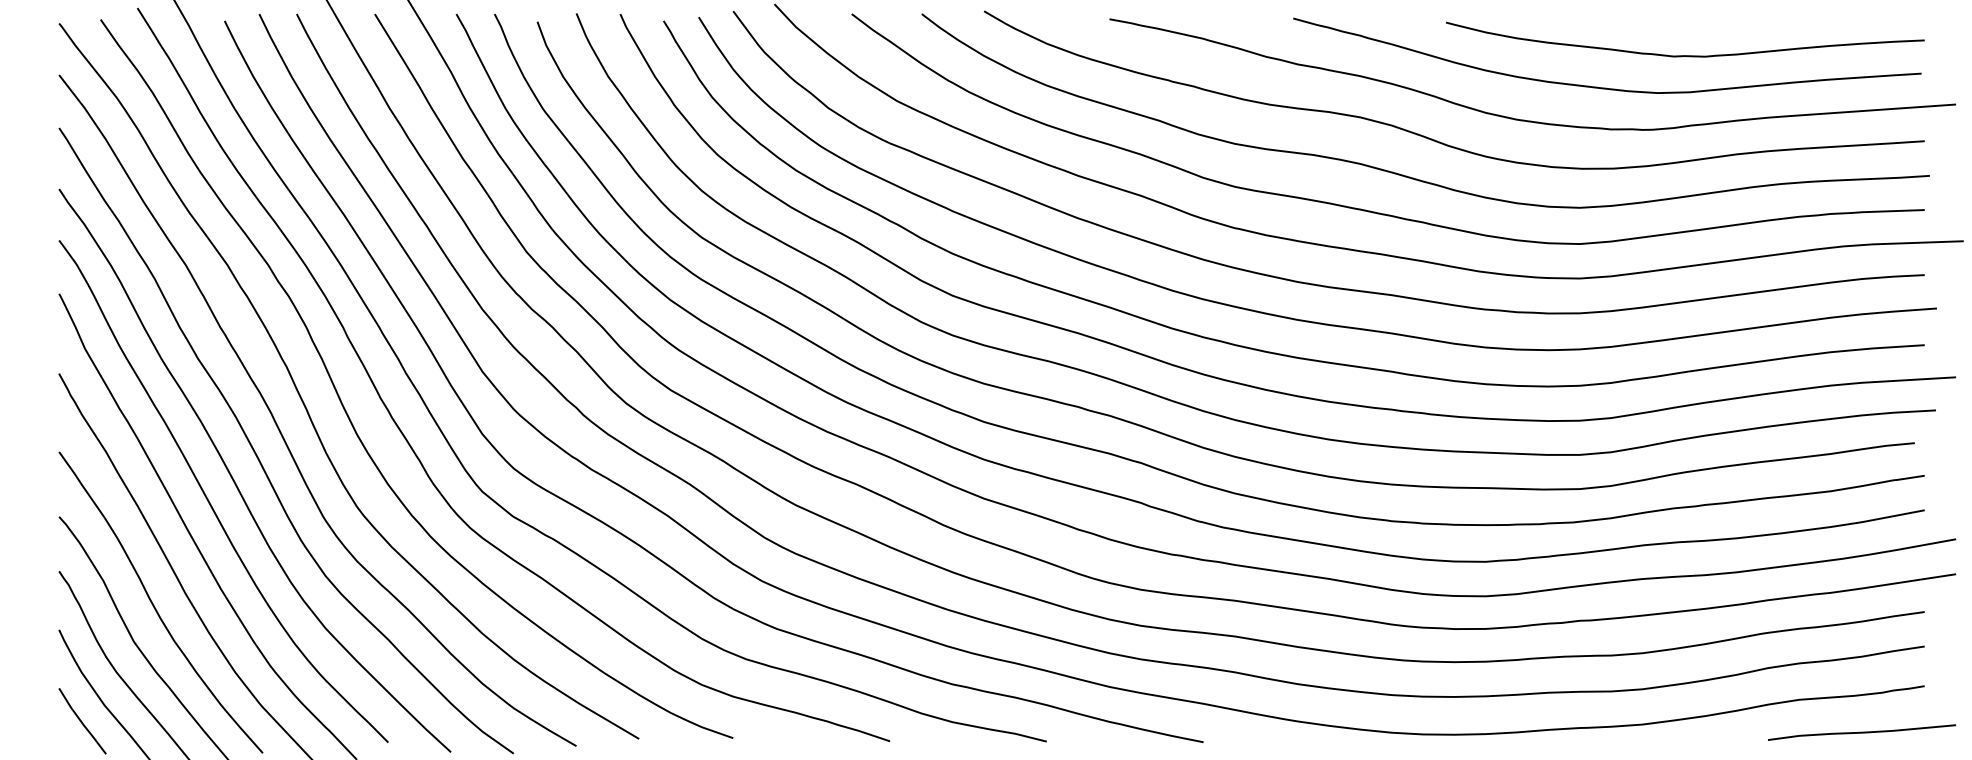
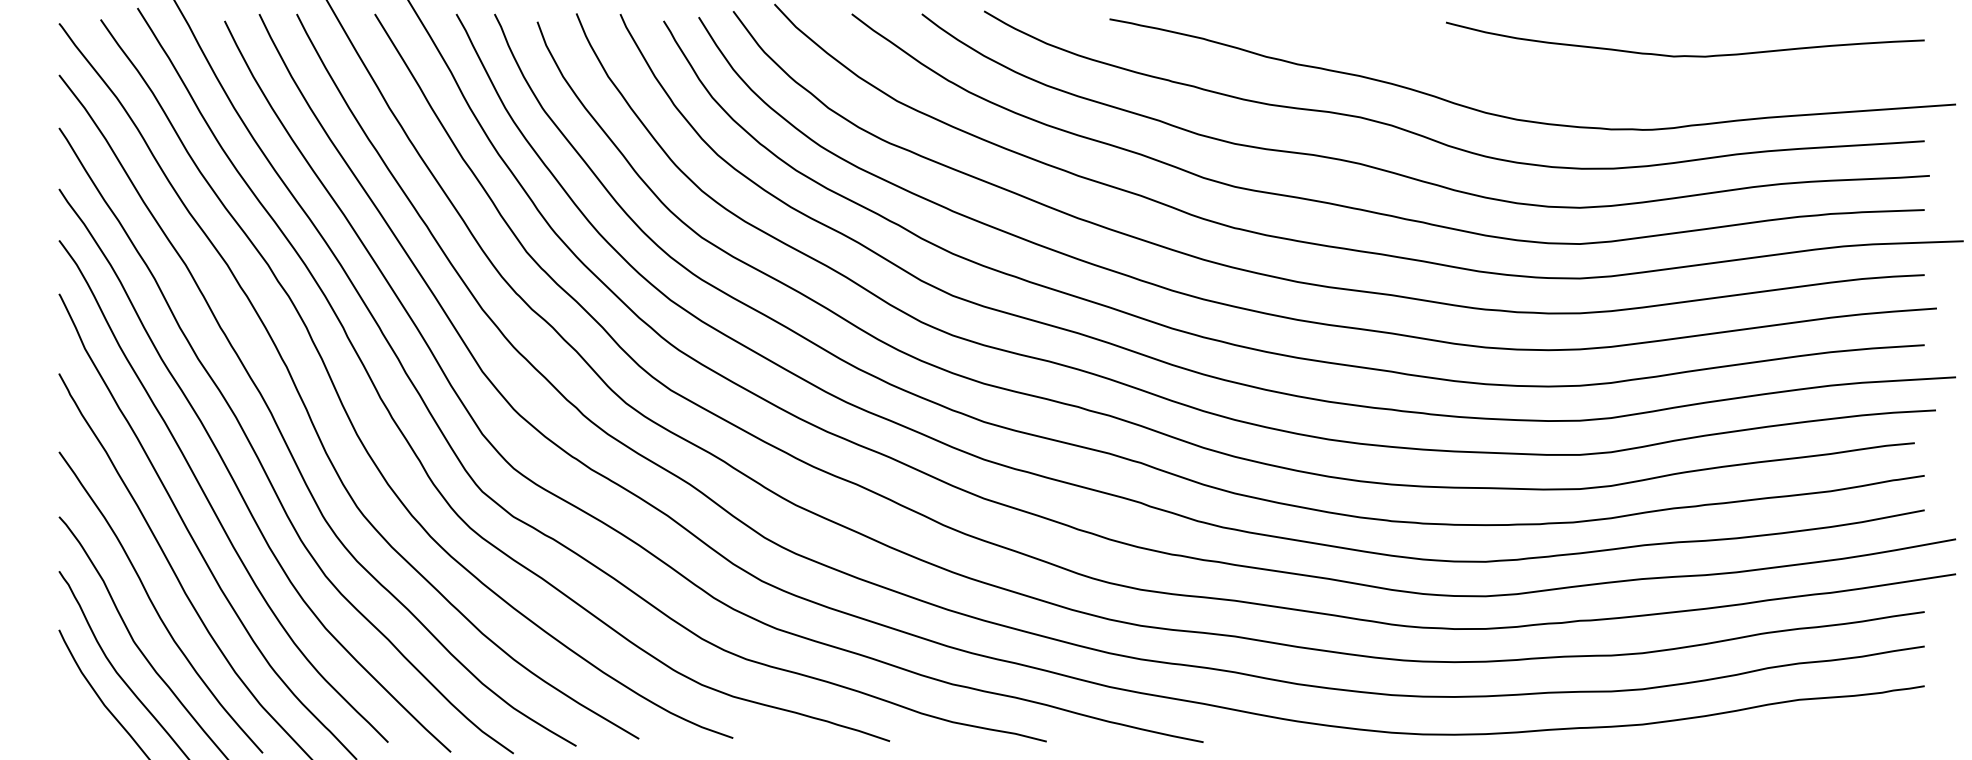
curve at (1606, 87): present -> none
line at (82, 721): present -> none
curve at (1862, 732): present -> none
